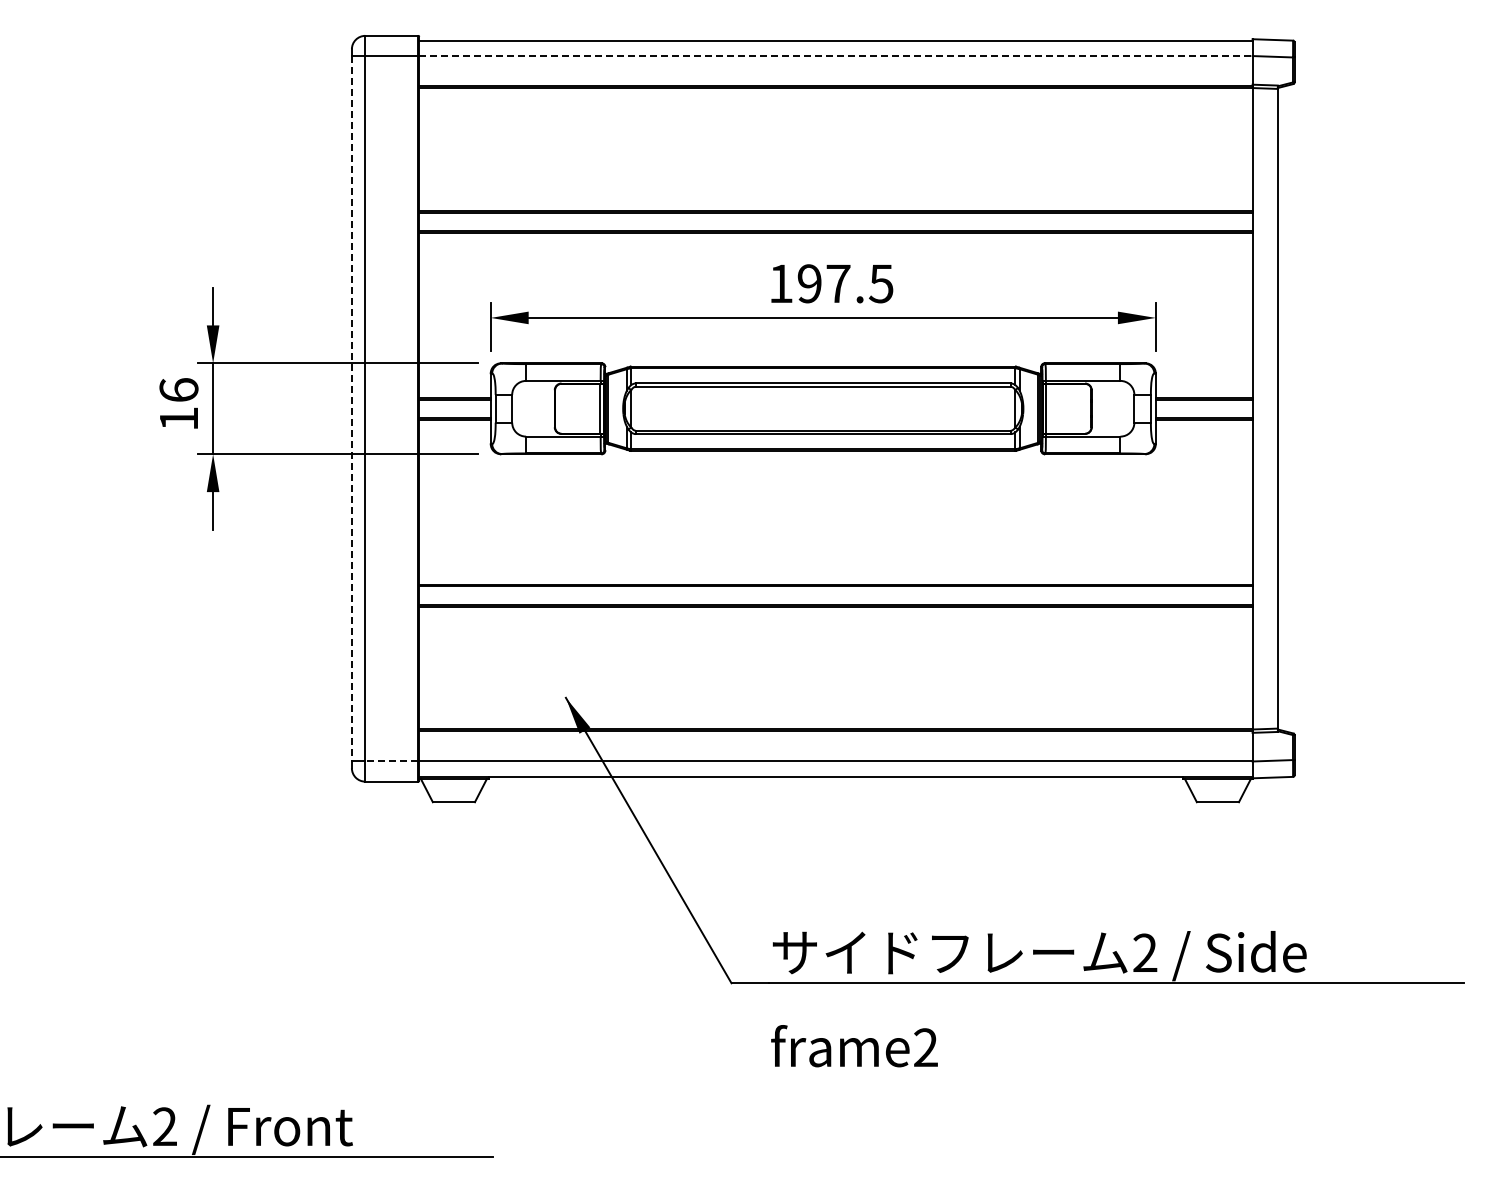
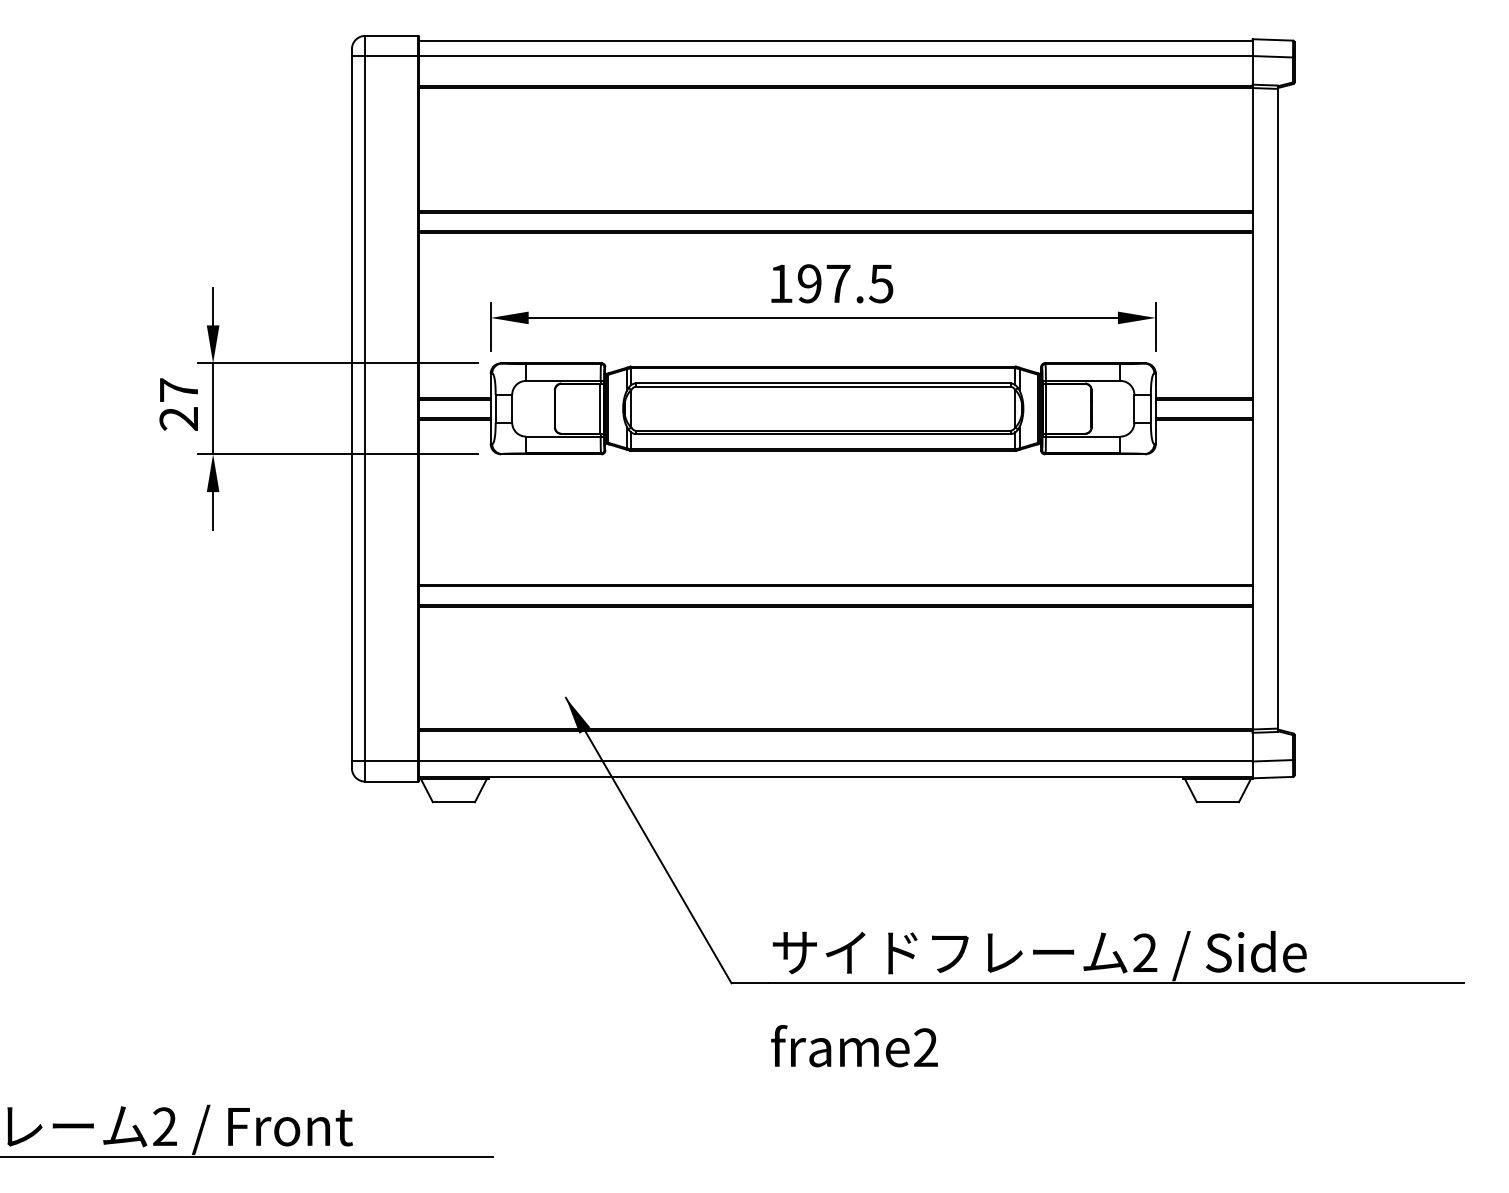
line at (835, 56): dashed -> solid
text at (178, 404): 16 -> 27
line at (351, 408): dashed -> solid
line at (391, 761): dashed -> solid
